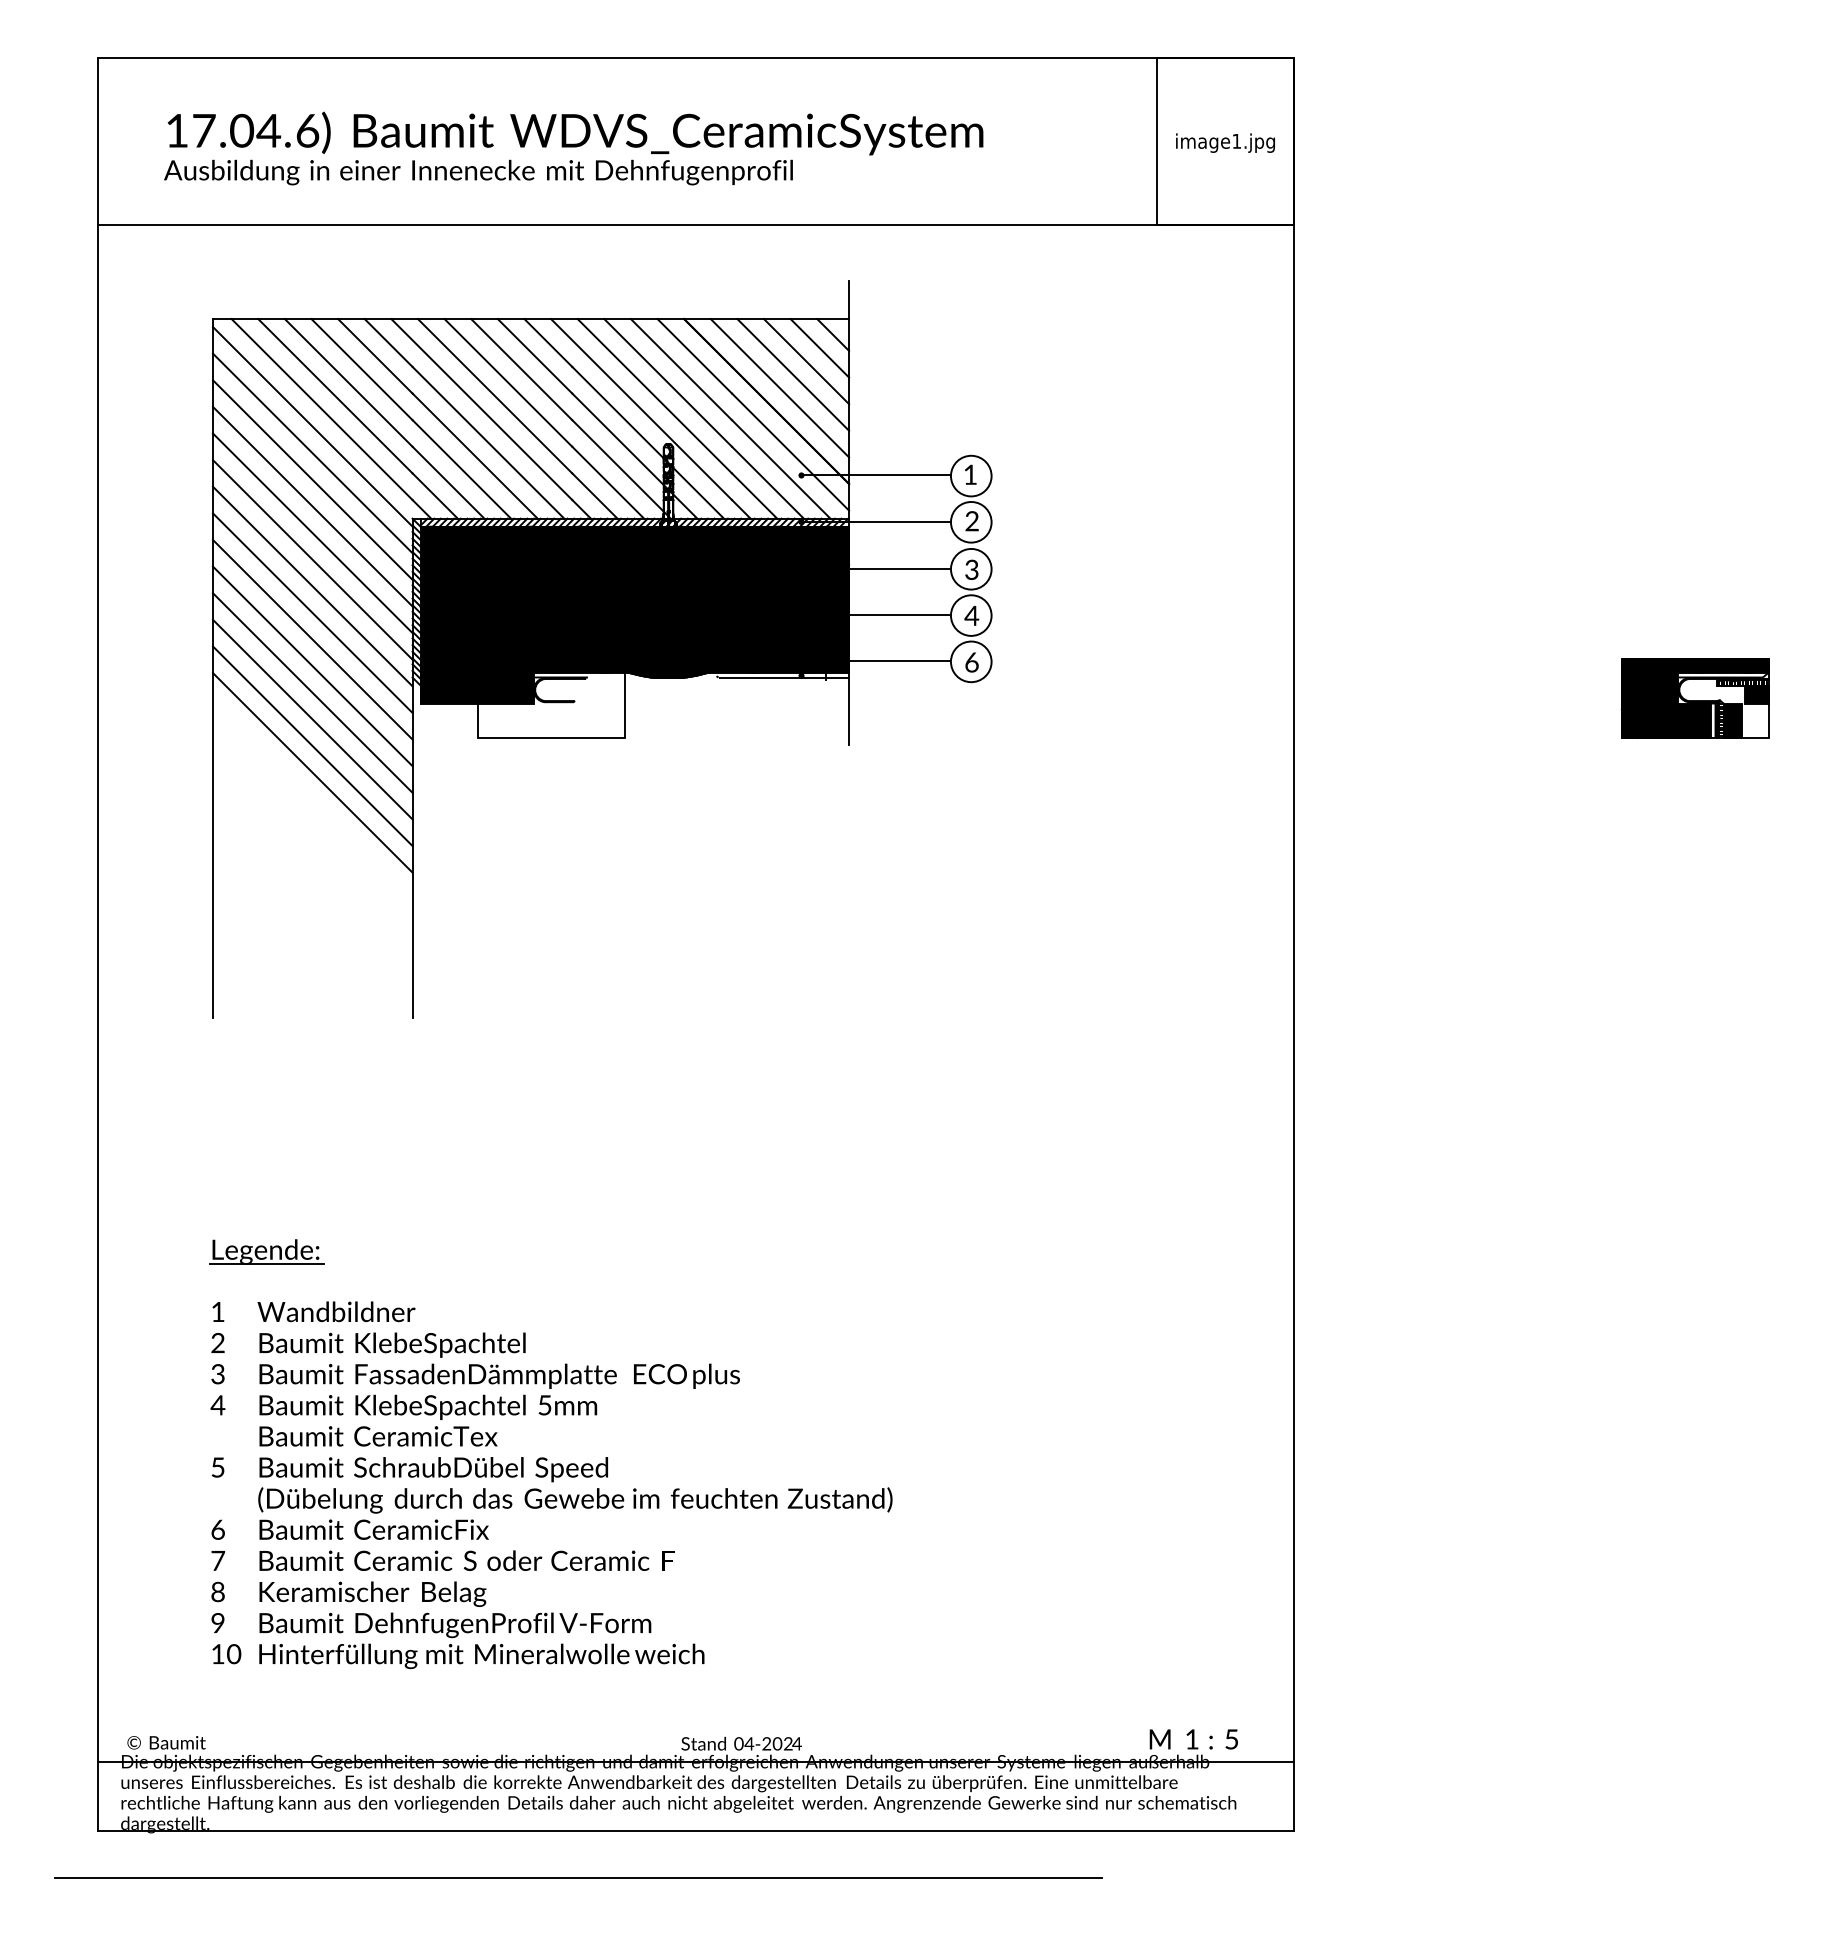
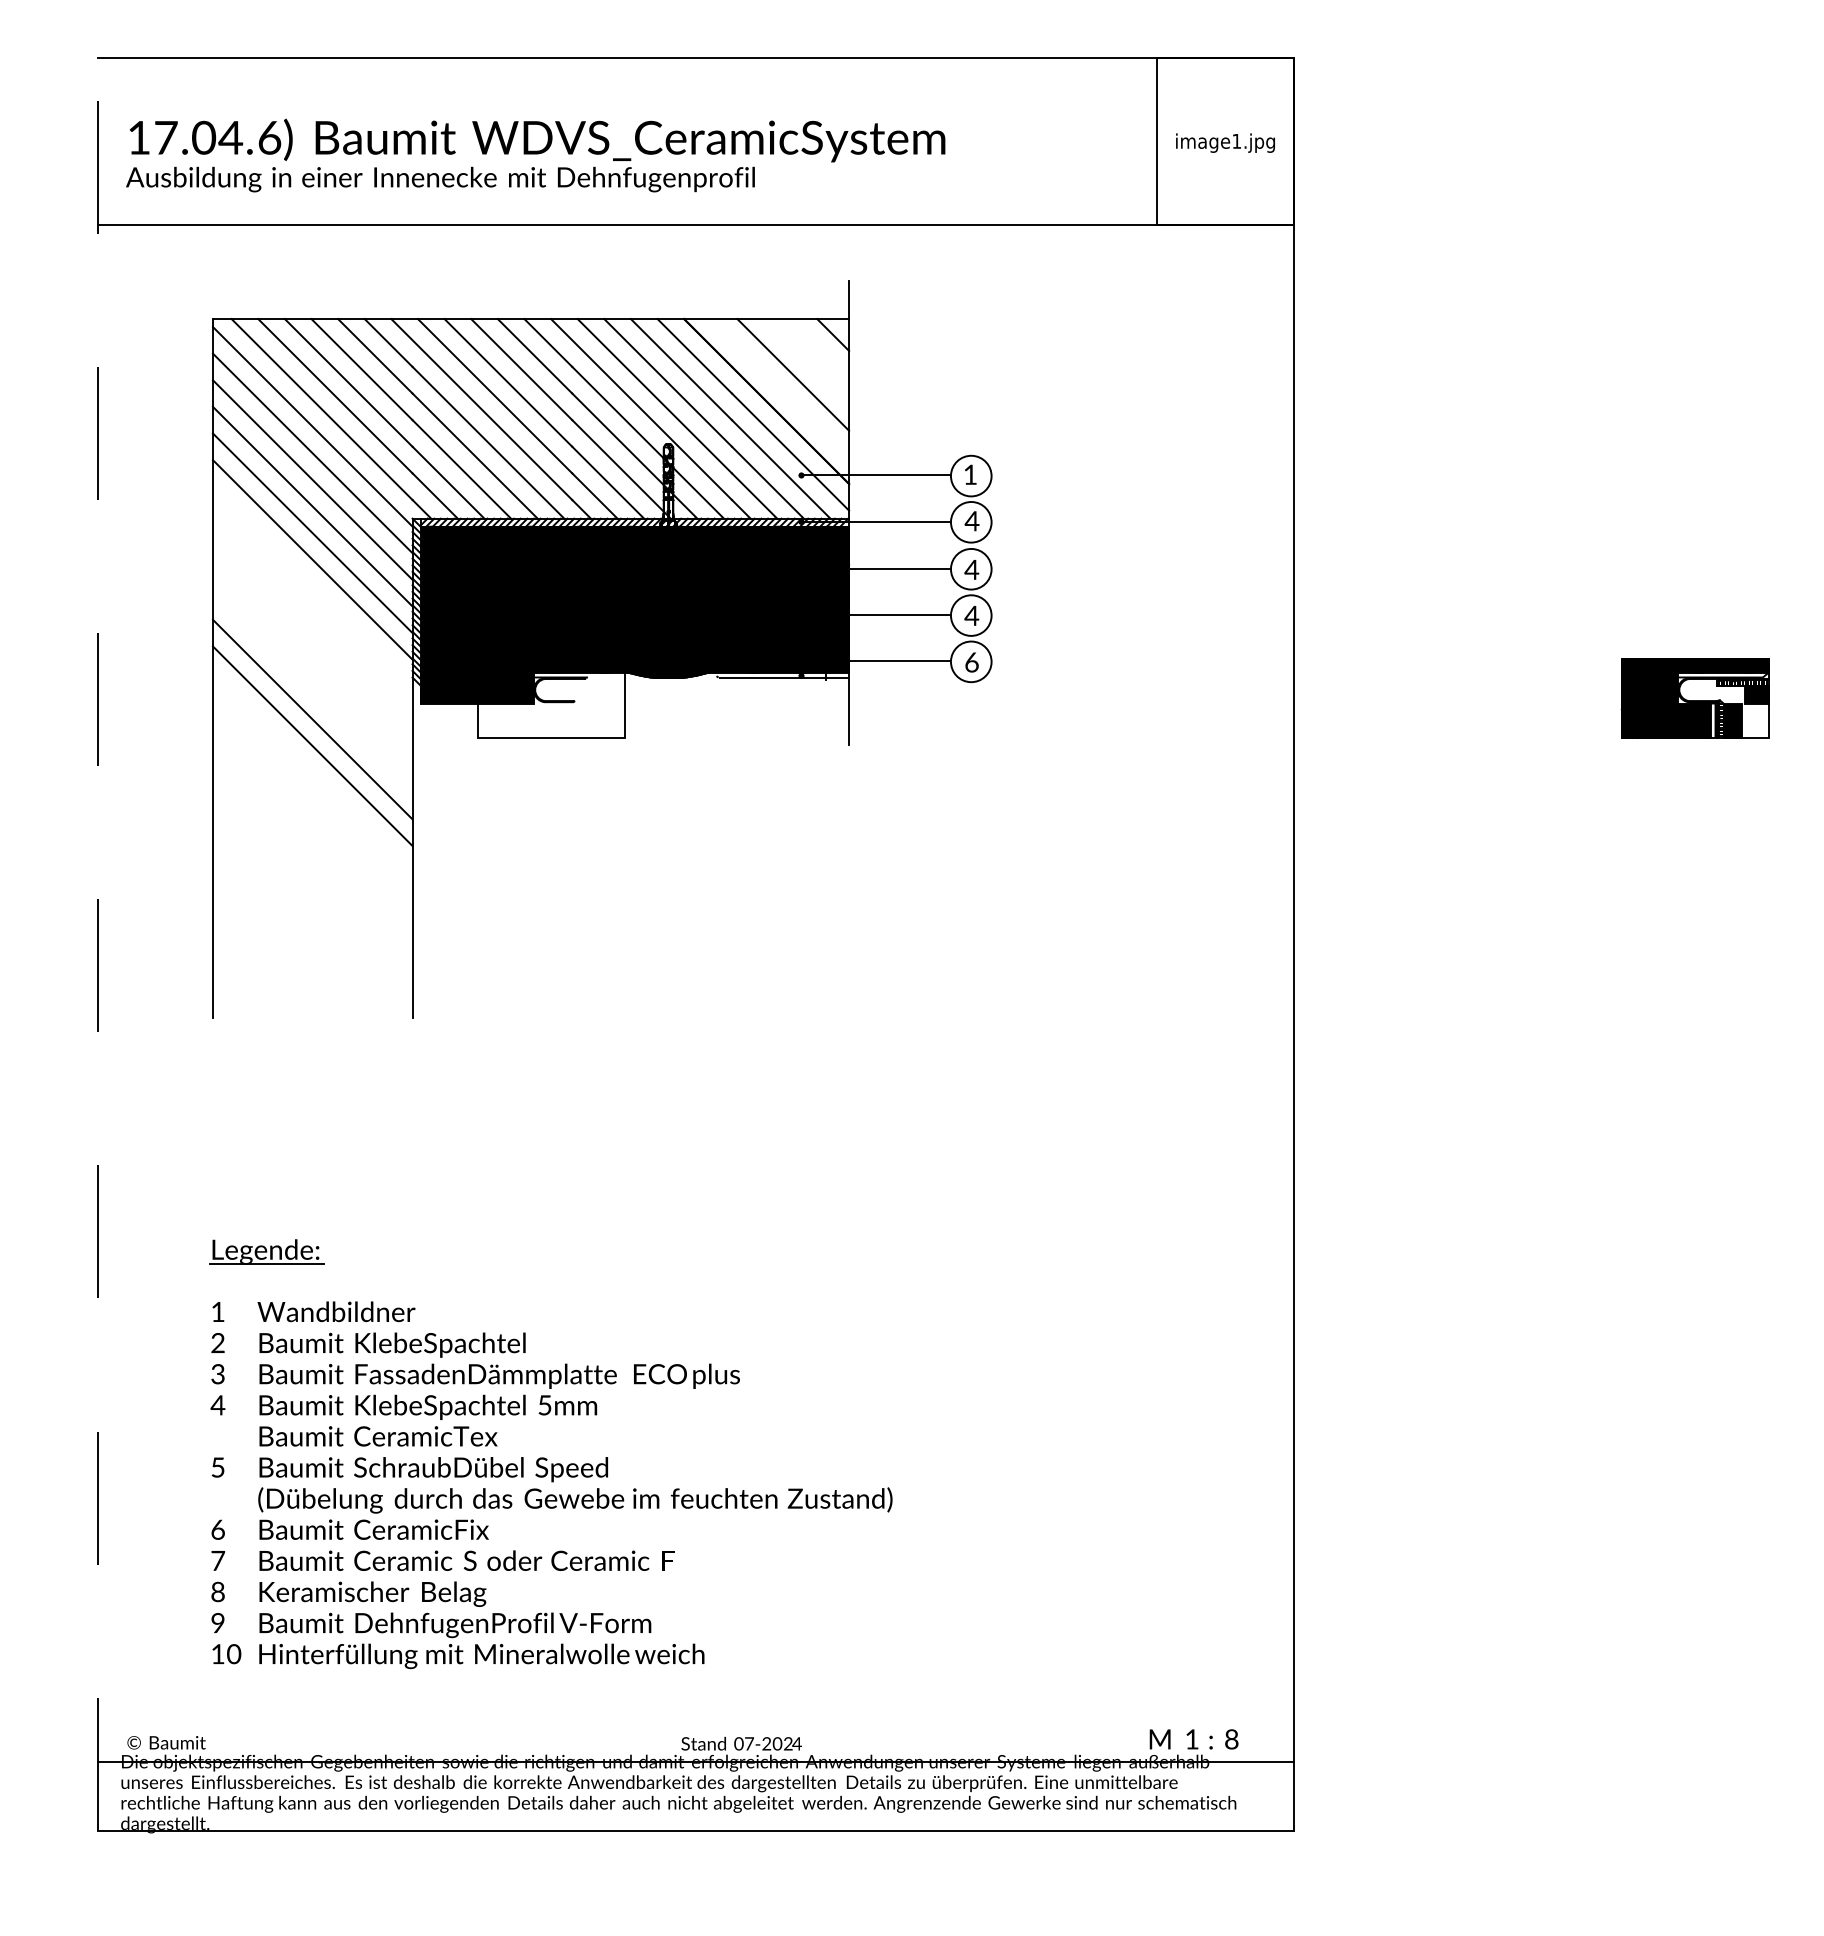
text at (573, 148) position: (573, 148) -> (535, 155)
line at (819, 348): present -> none
line at (806, 361): present -> none
line at (779, 388): present -> none
text at (971, 521): 2 -> 4
text at (971, 569): 3 -> 4
line at (312, 586): present -> none
line at (312, 612): present -> none
line at (312, 639): present -> none
line at (312, 666): present -> none
line at (312, 692): present -> none
line at (312, 772): present -> none
line at (98, 943): solid -> dashed
text at (1231, 1739): 5 -> 8
text at (749, 1743): 4 -> 7
line at (578, 1877): present -> none
